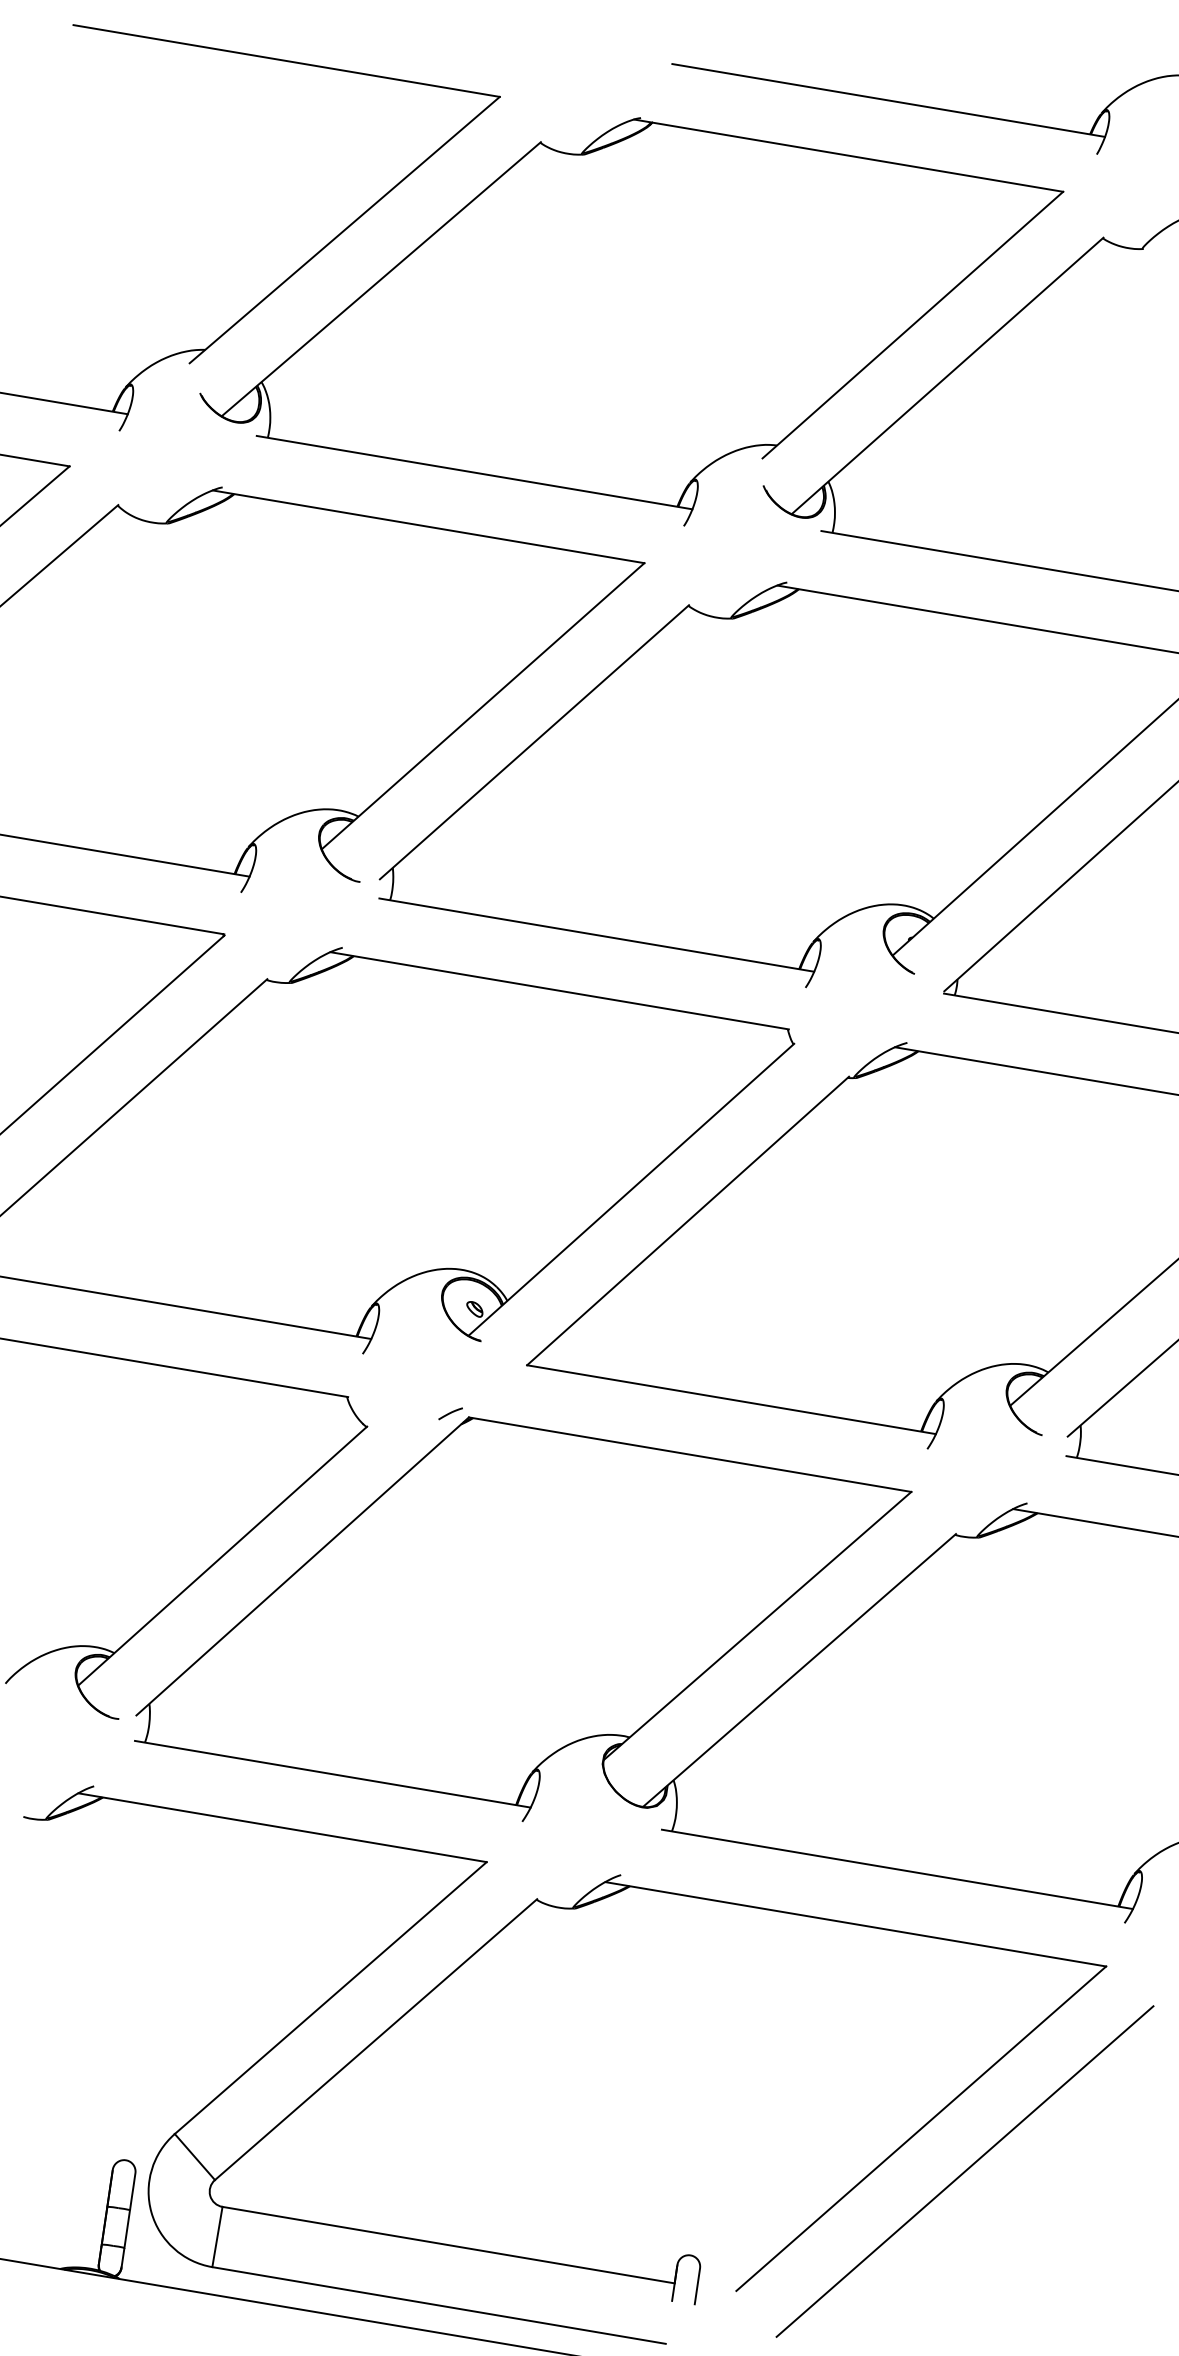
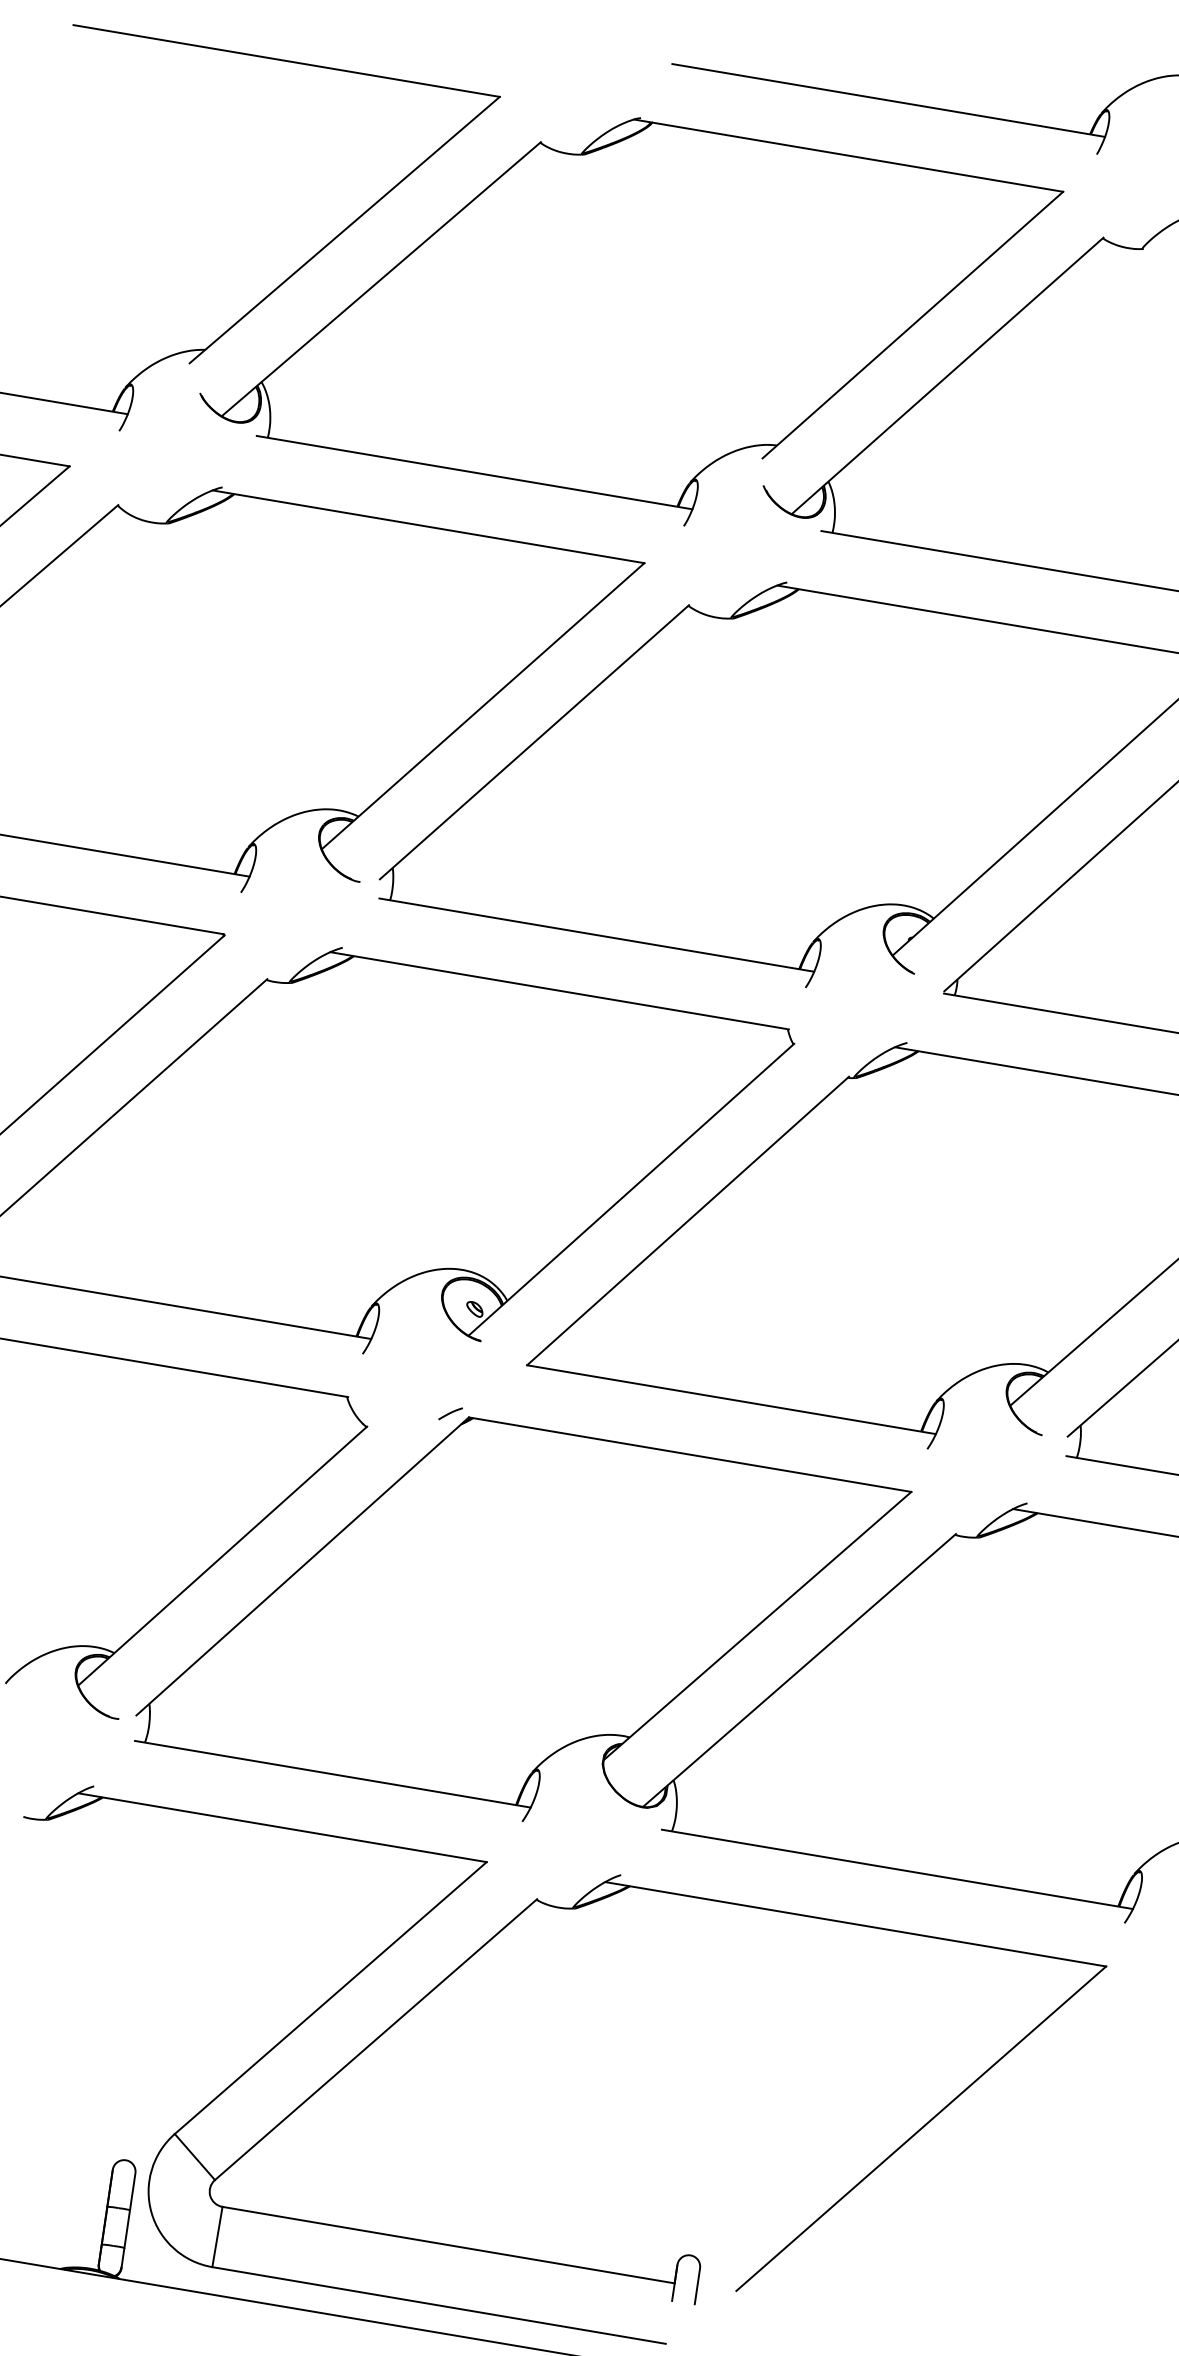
line at (964, 2171): present -> none
